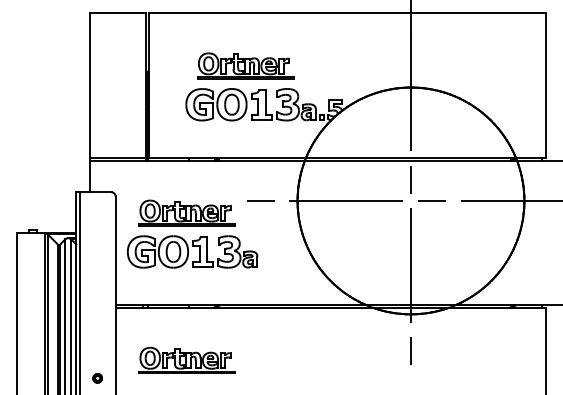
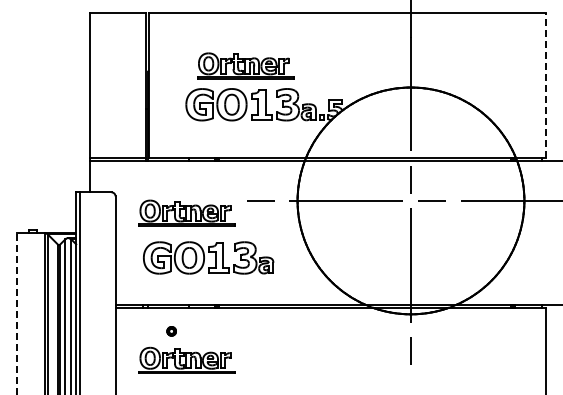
line at (546, 84): solid -> dashed
part at (192, 251) position: (192, 251) -> (208, 257)
line at (16, 313): solid -> dashed
part at (97, 378) position: (97, 378) -> (171, 331)
